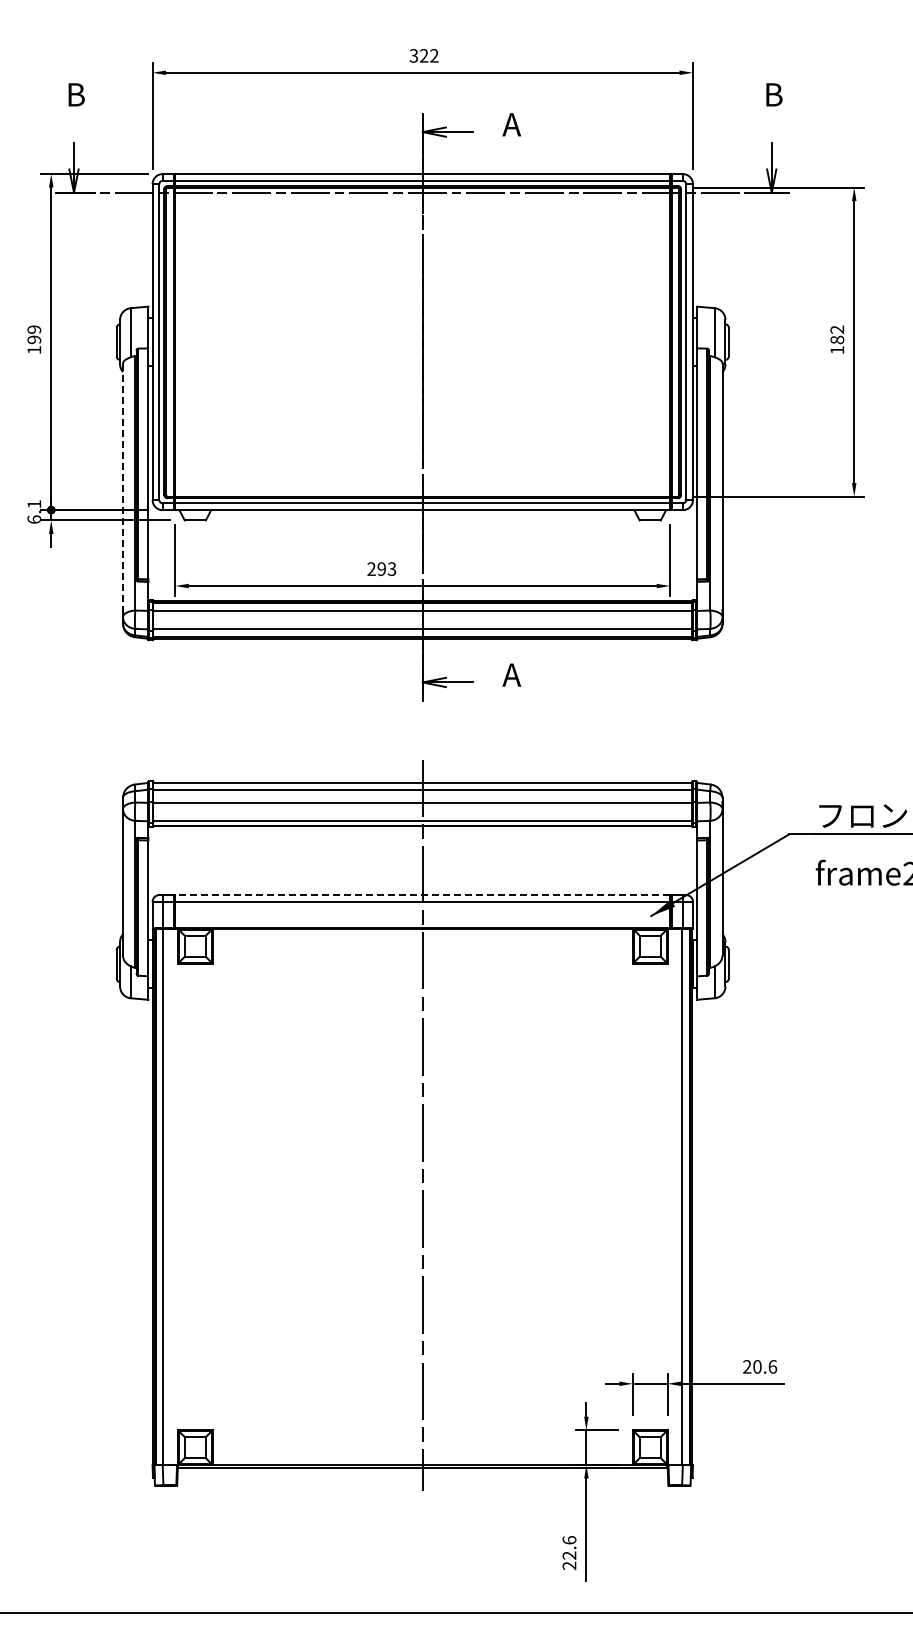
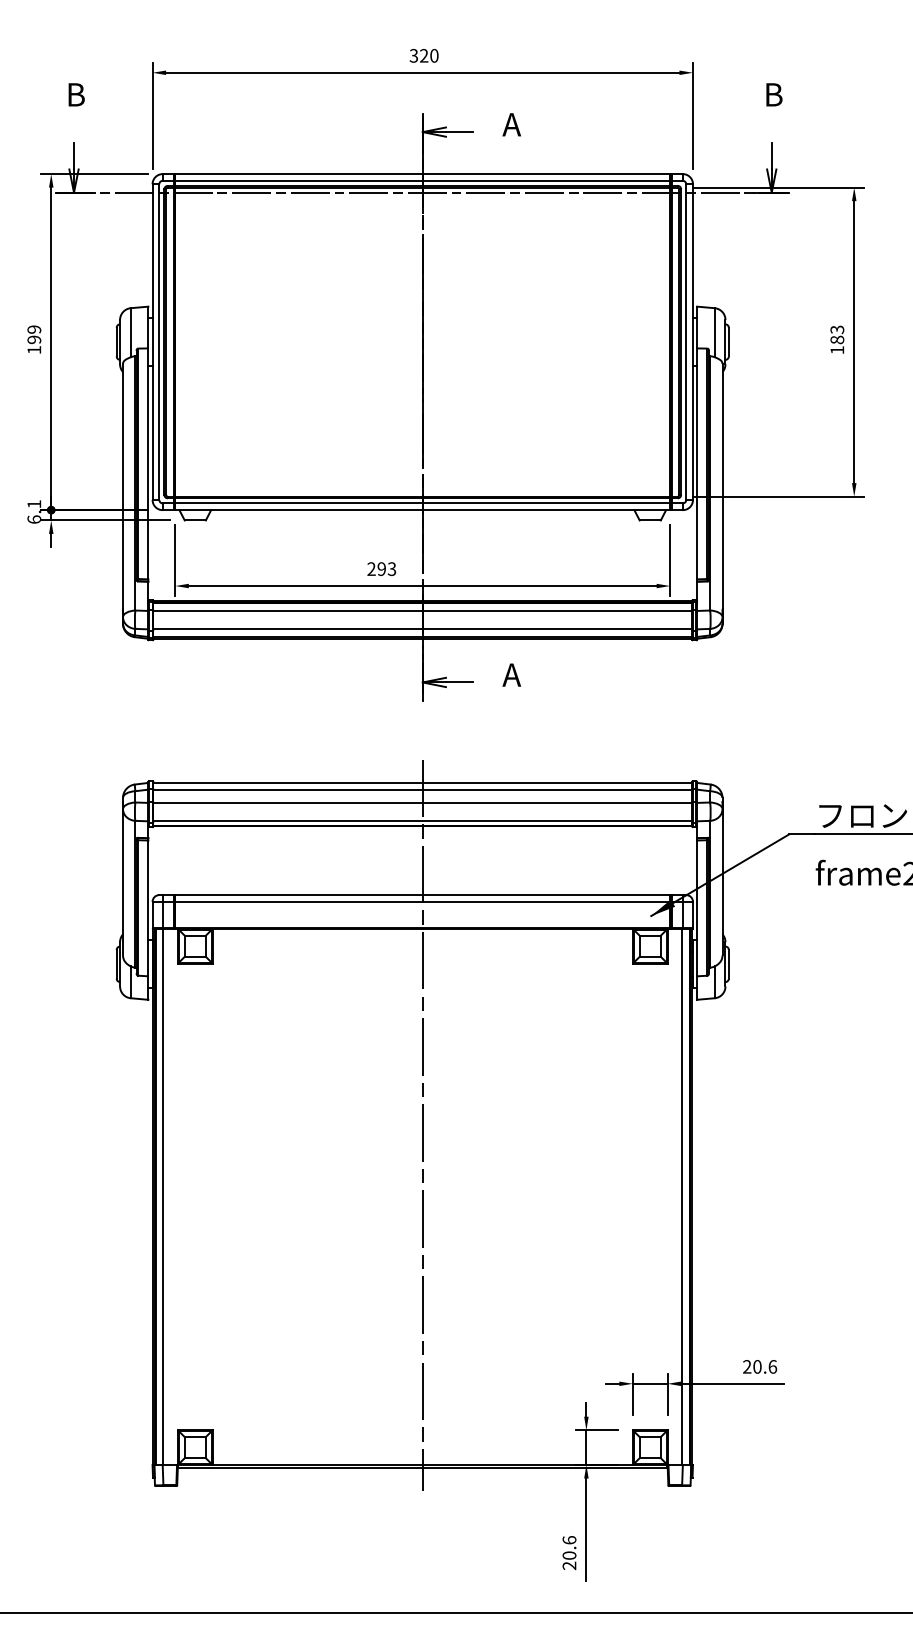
text at (434, 55): 322 -> 320
text at (837, 329): 182 -> 183
line at (123, 487): dashed -> solid
line at (422, 895): dashed -> solid
text at (569, 1555): 22.6 -> 20.6
